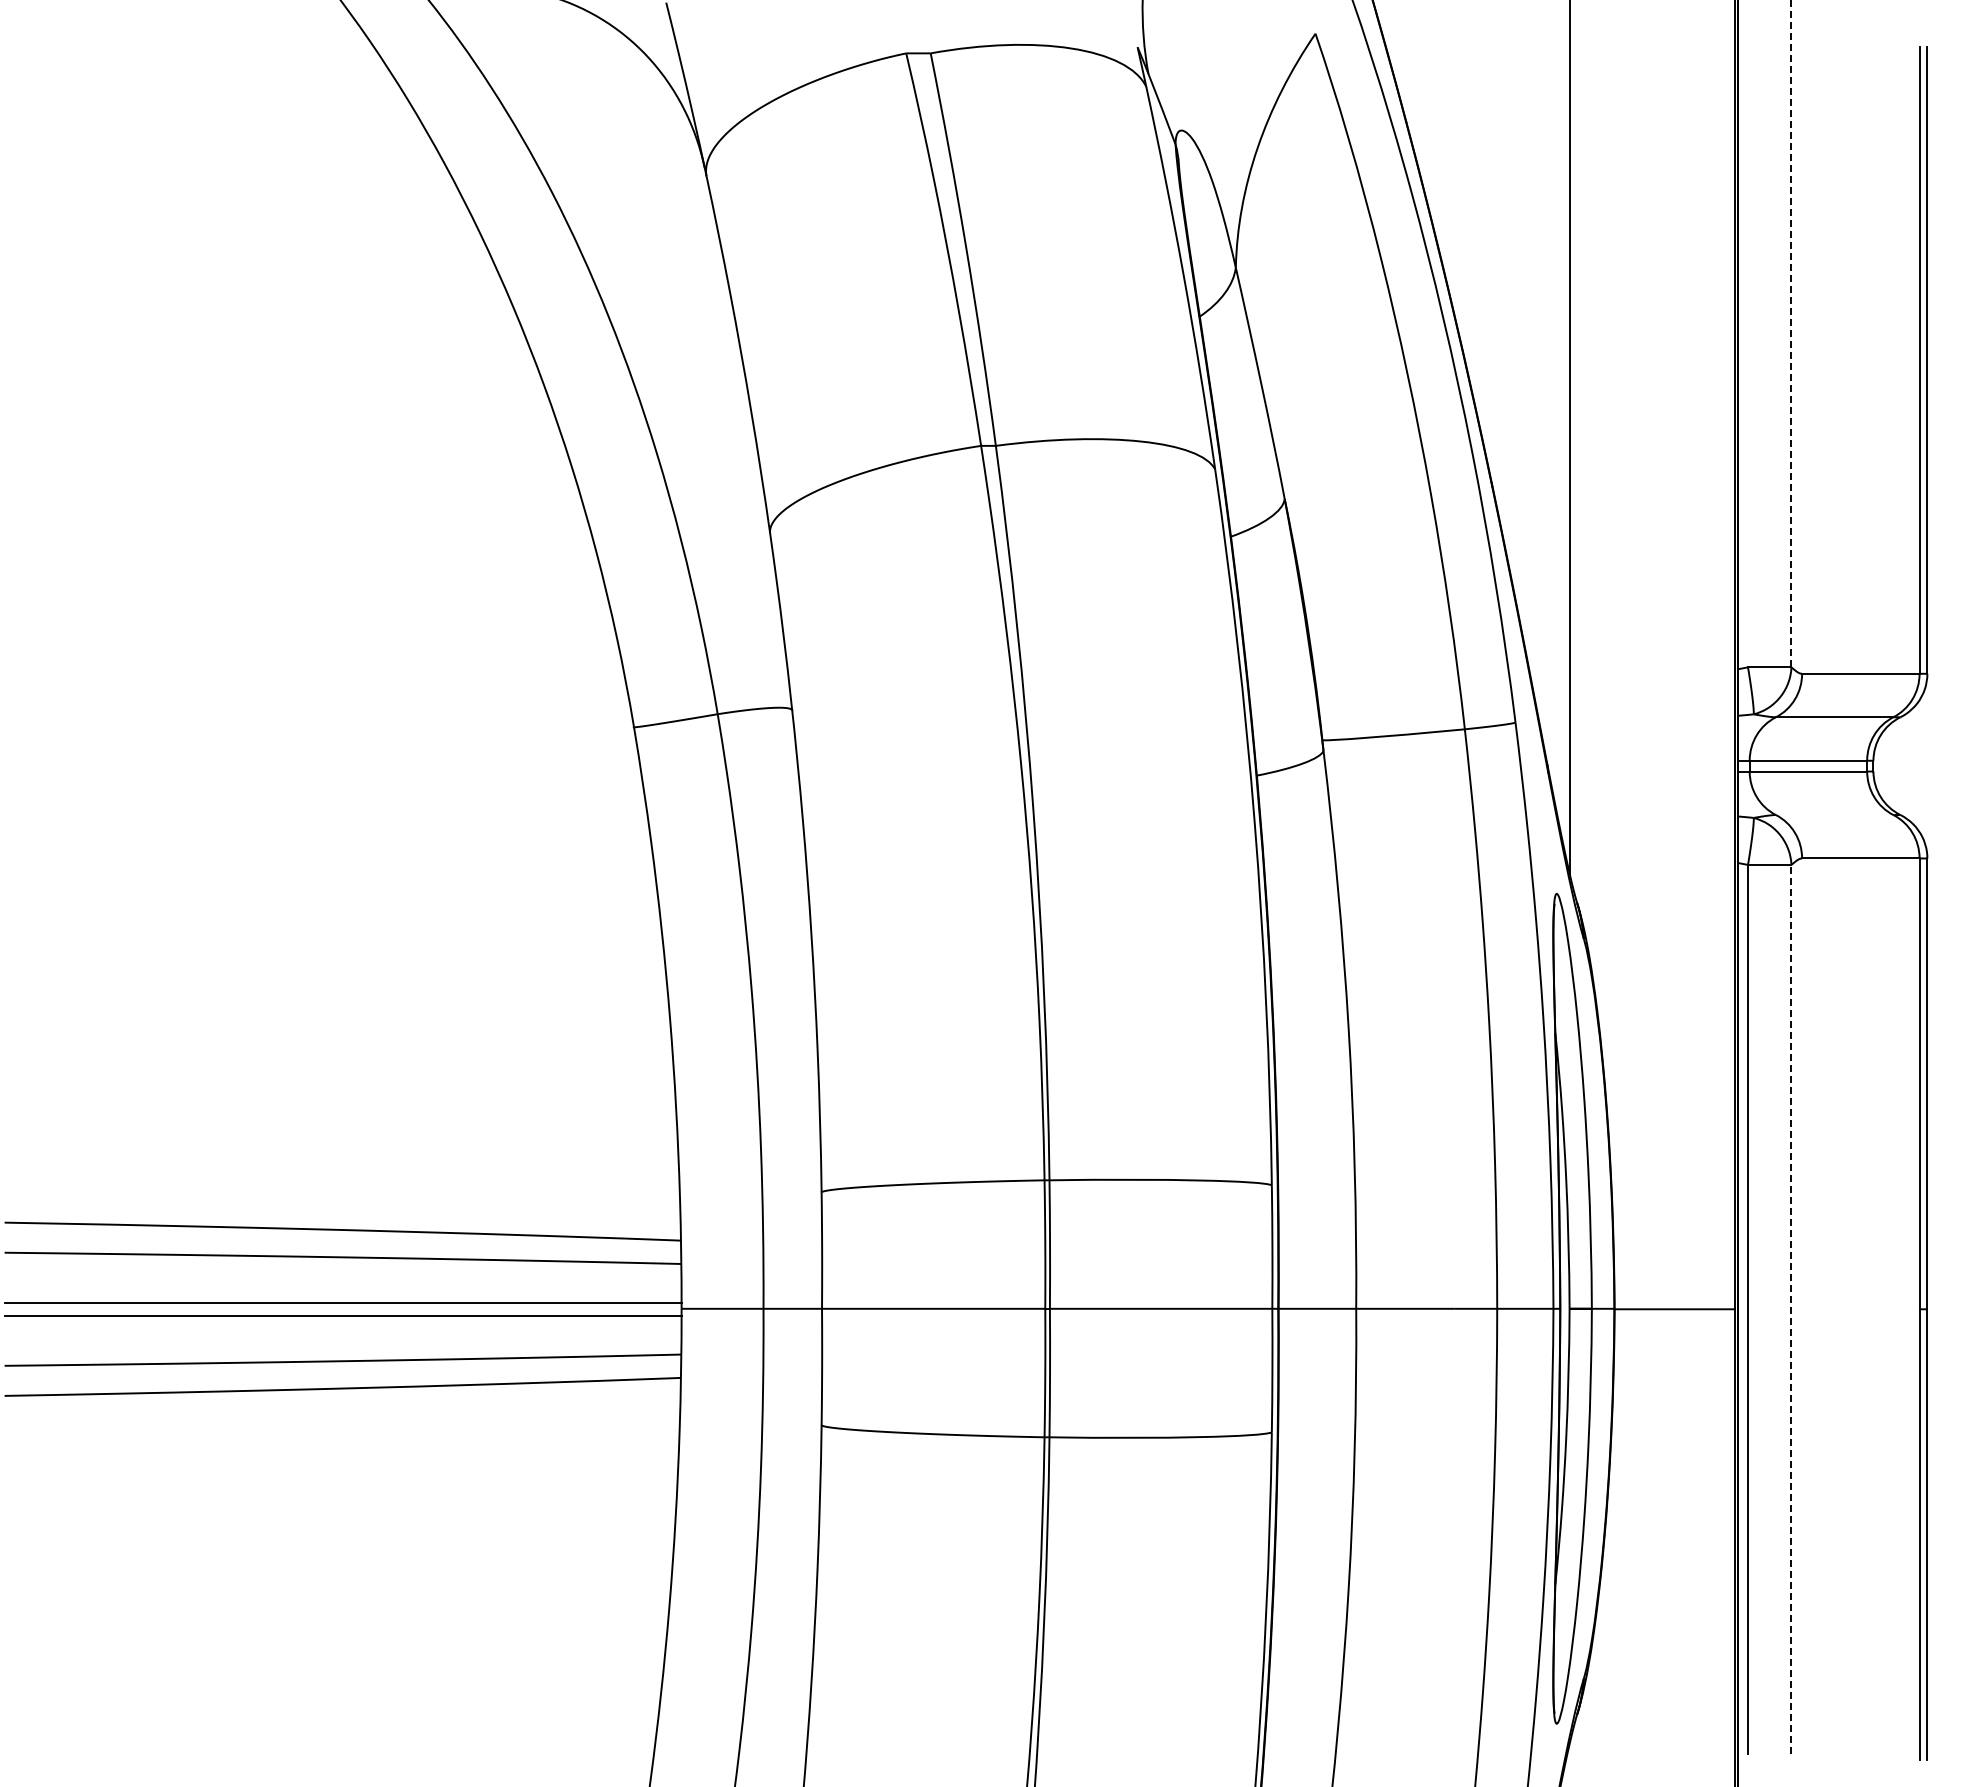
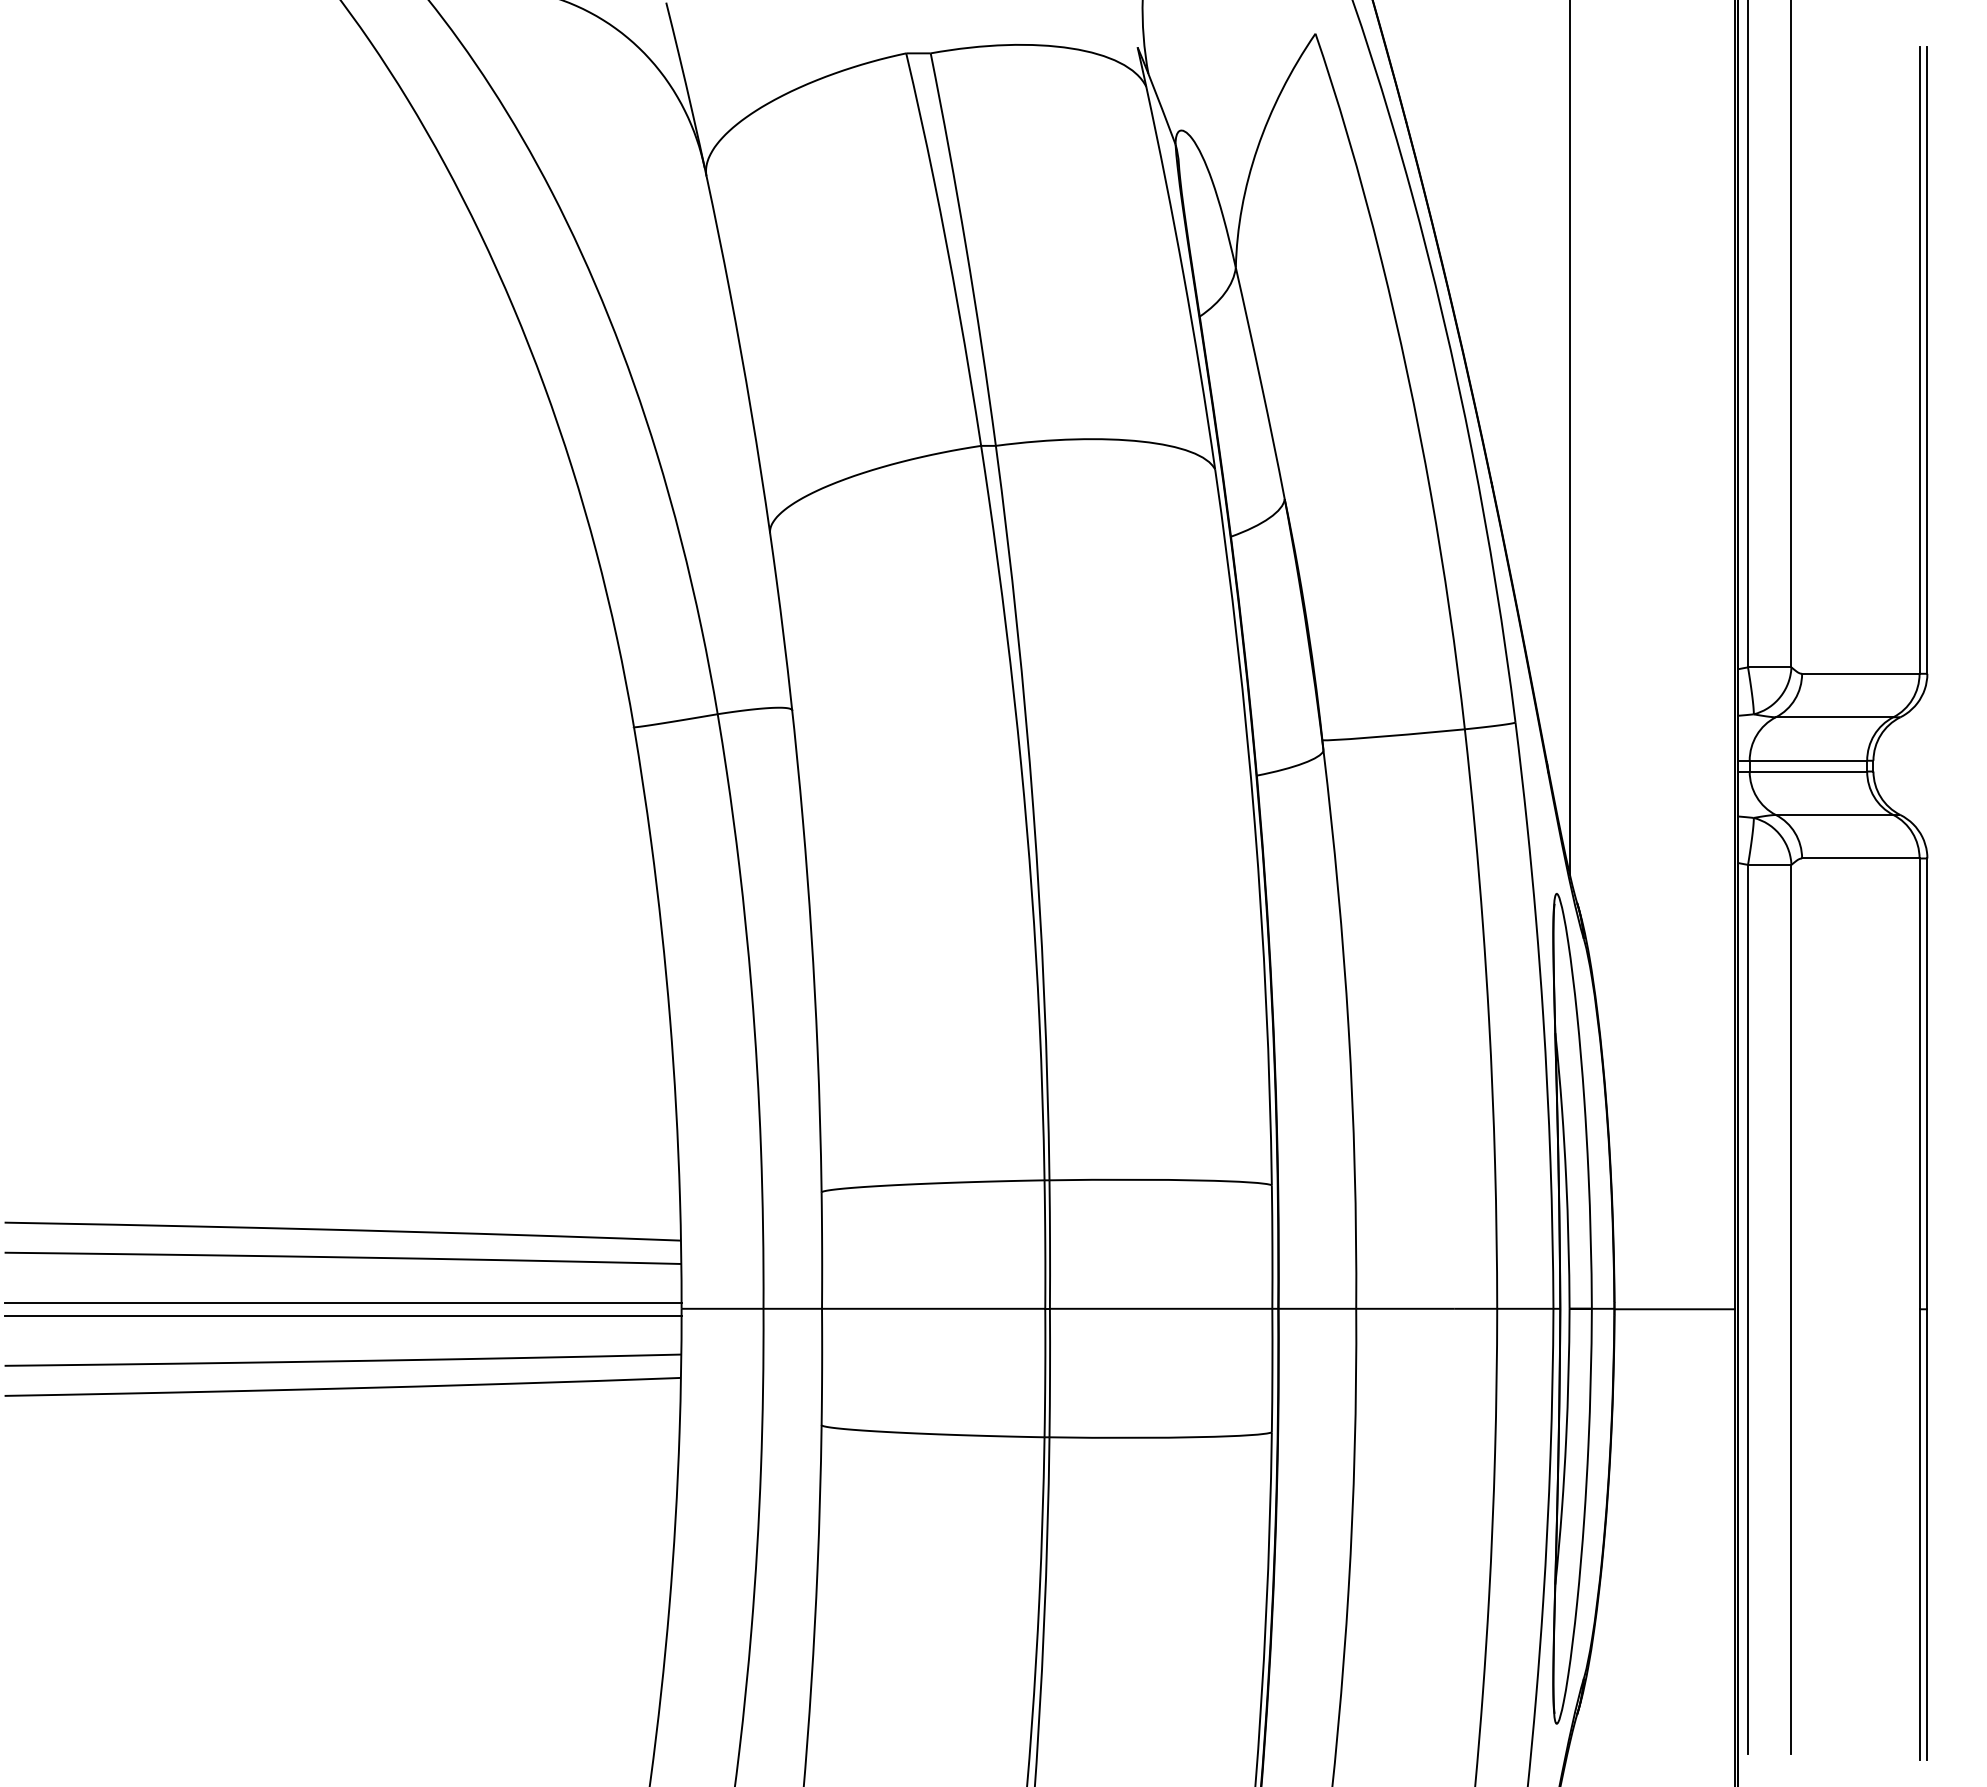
line at (1791, 333): dashed -> solid
line at (1748, 334): none -> present
line at (1834, 815): none -> present
line at (1791, 1308): dashed -> solid
